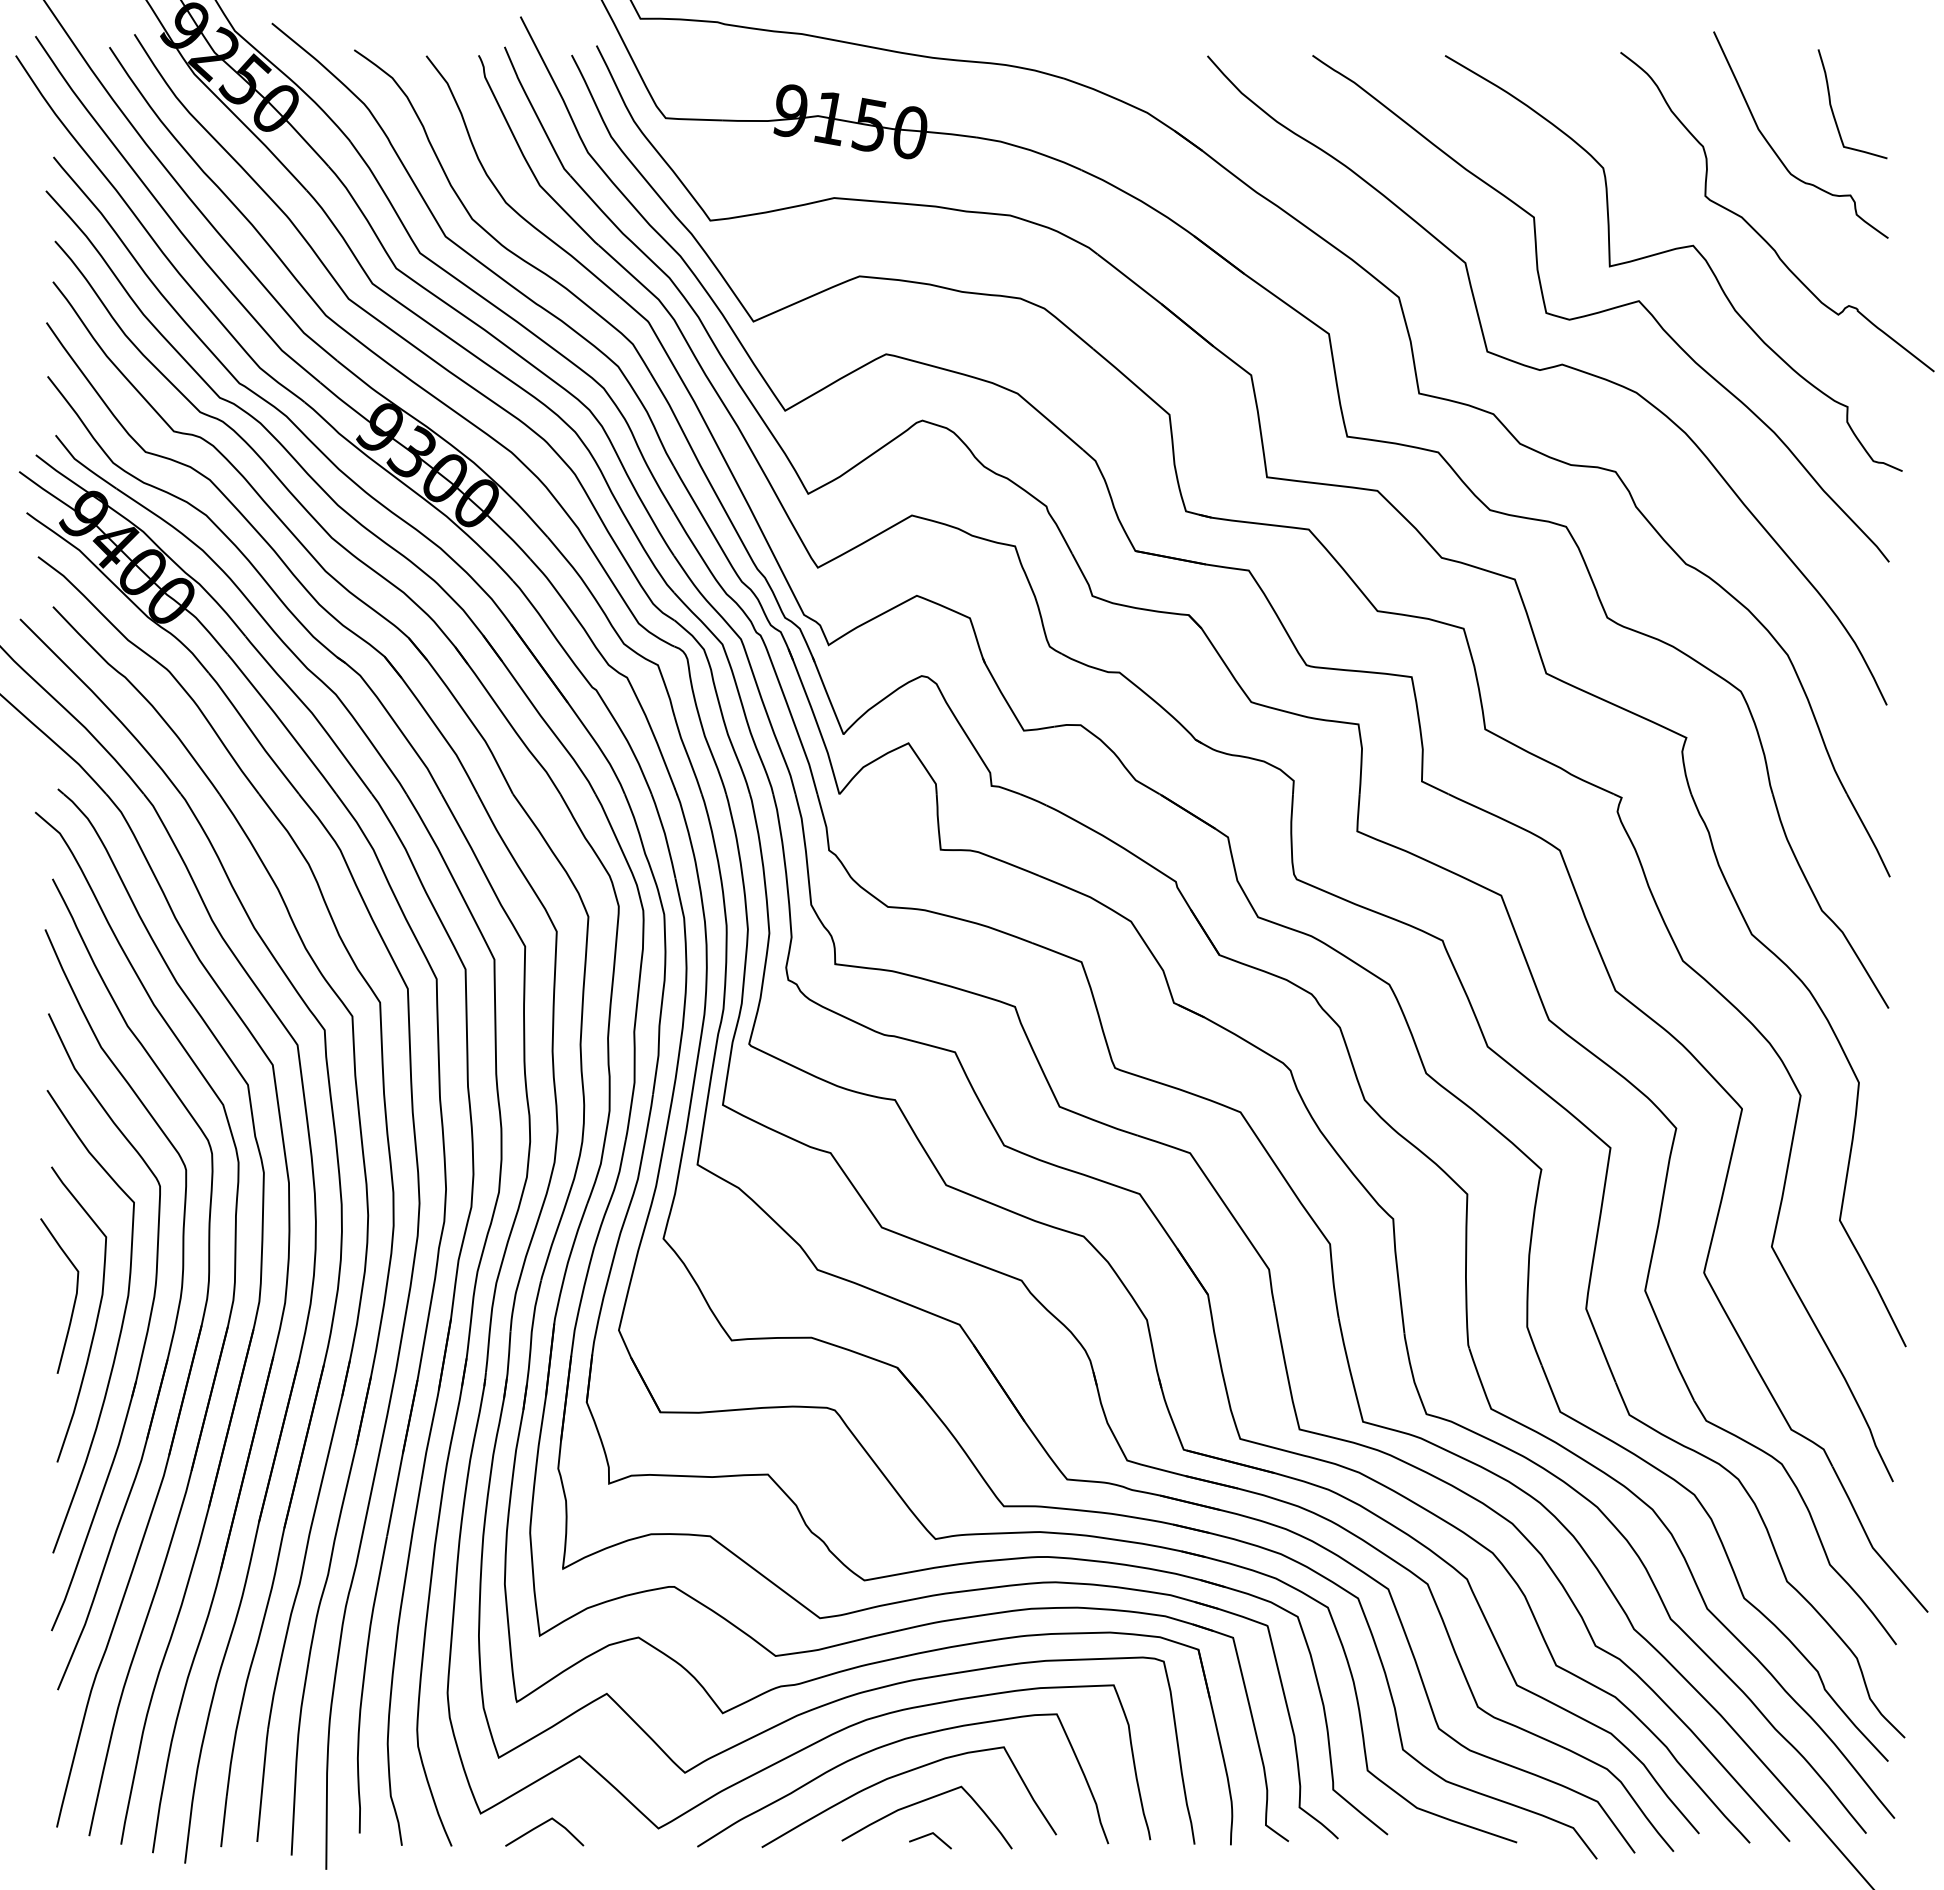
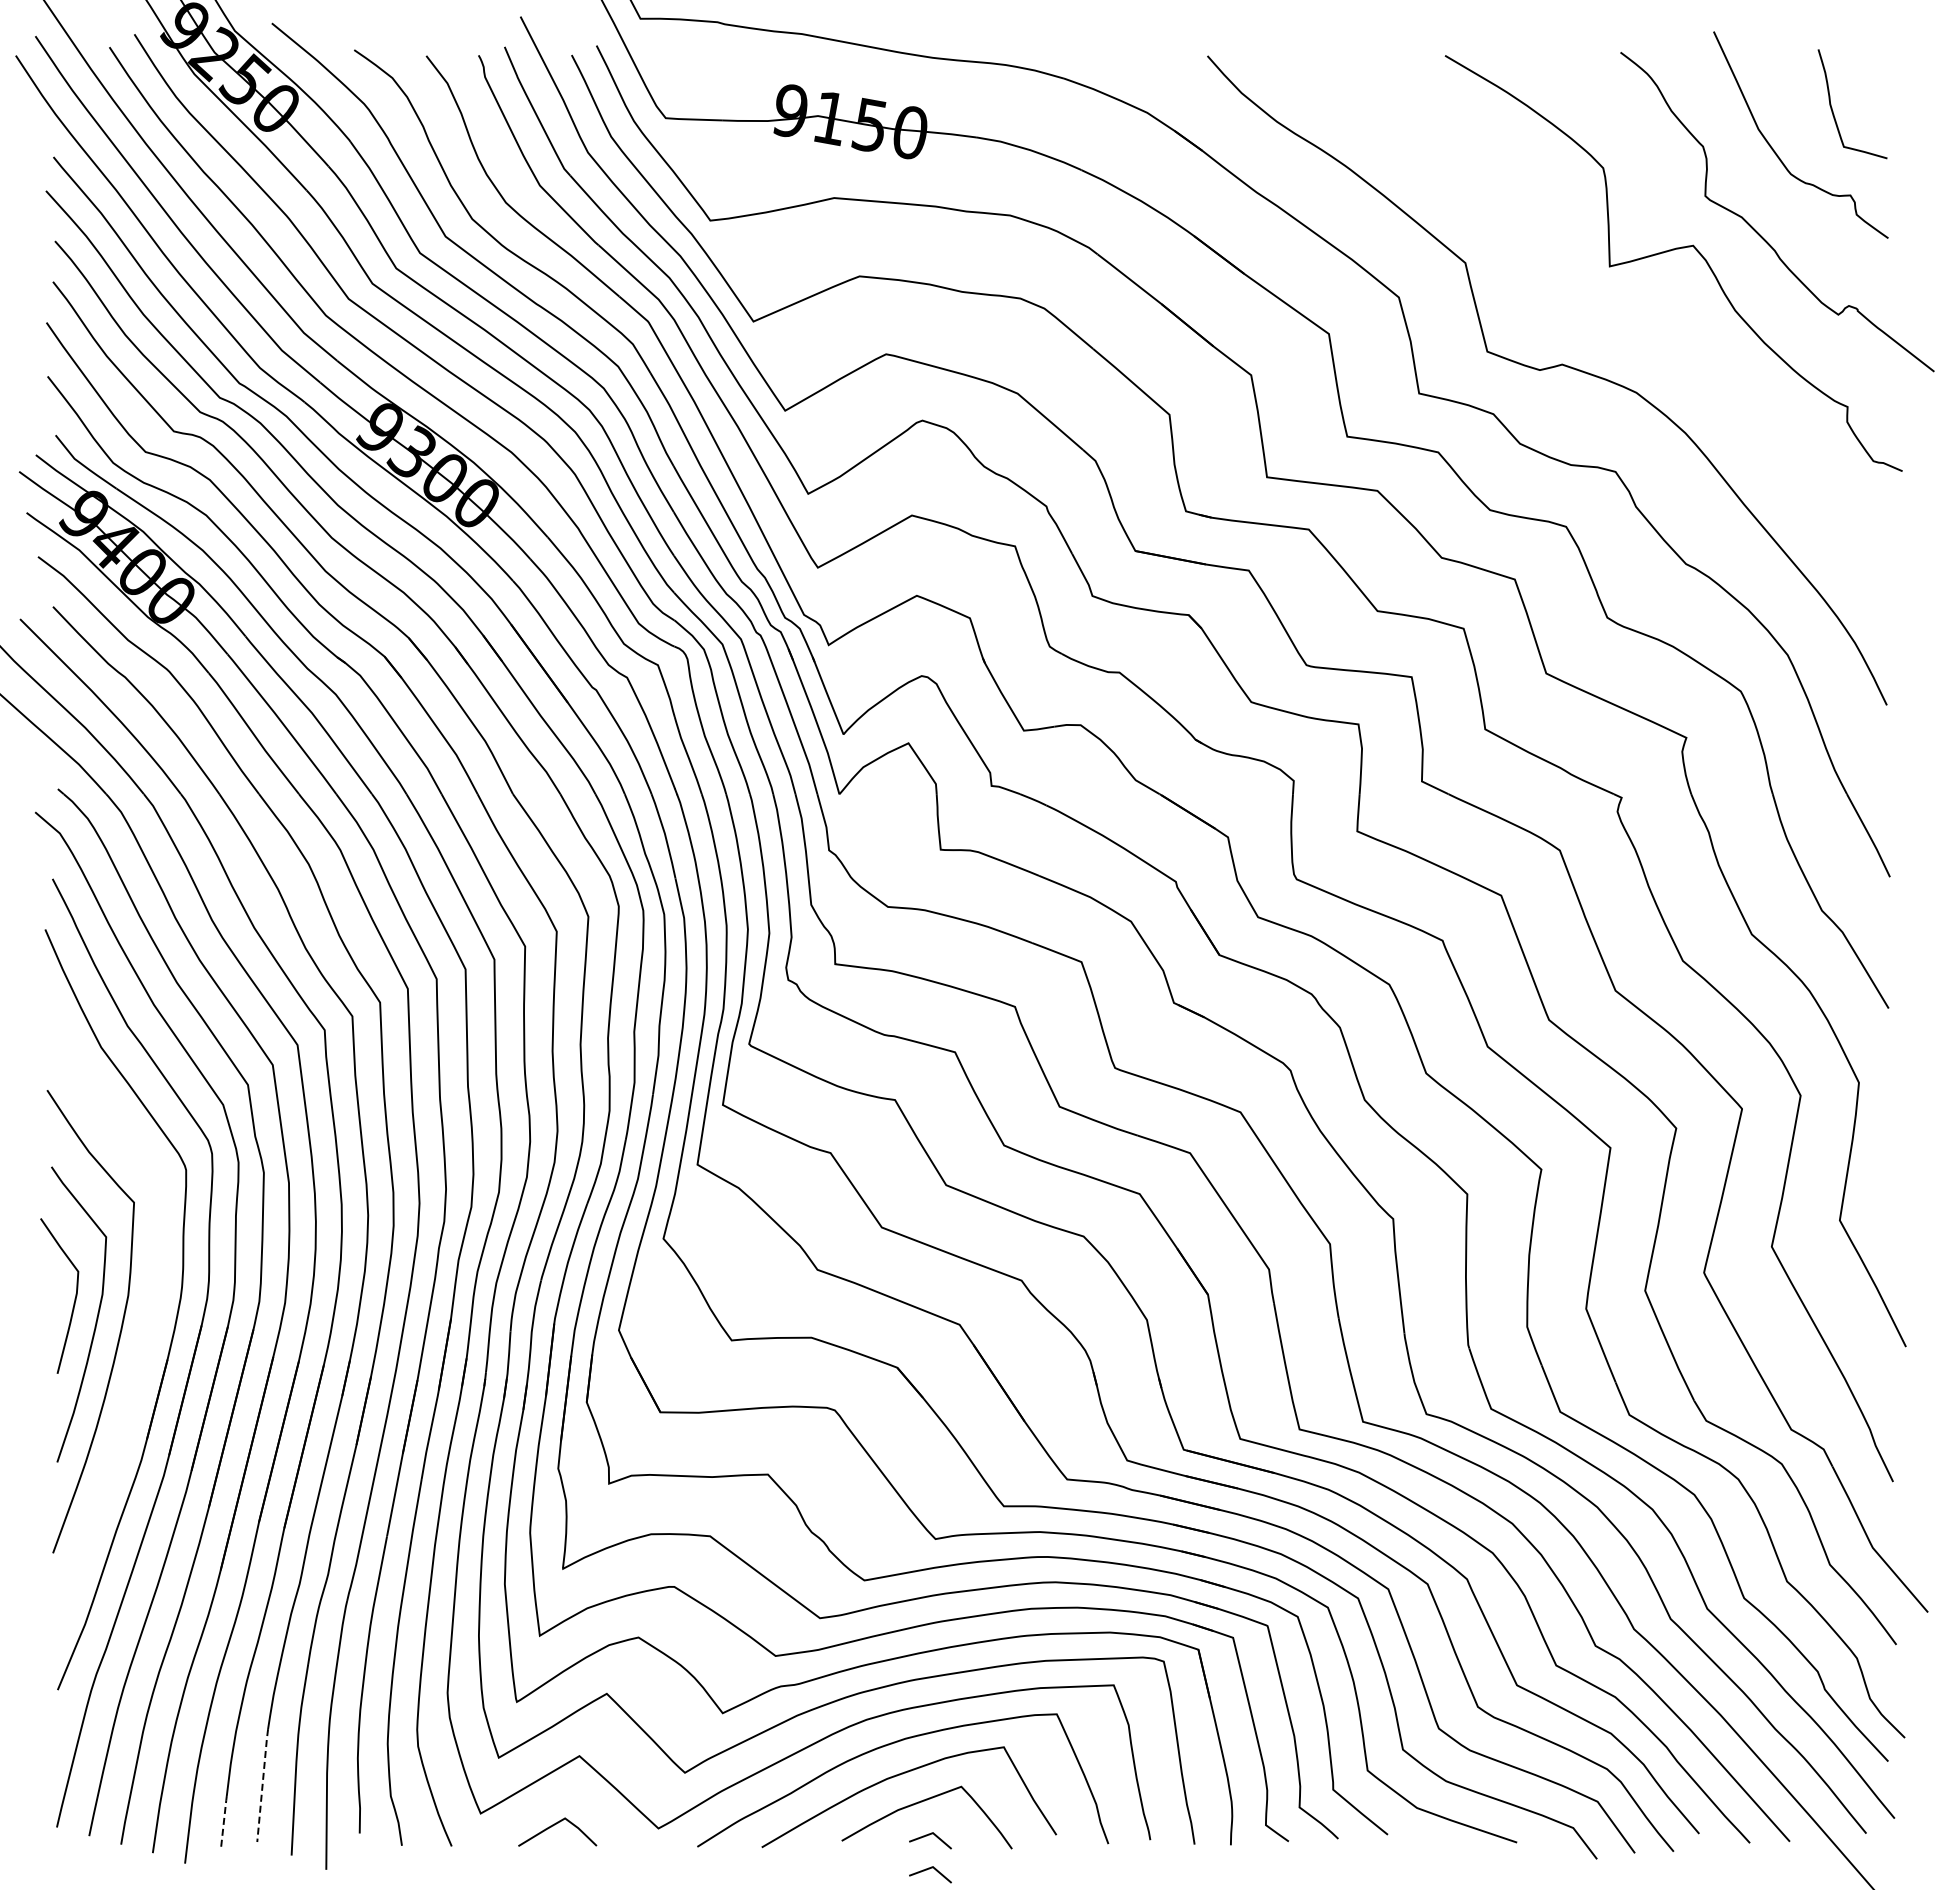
curve at (1601, 310): present -> none
part at (146, 1330): present -> none
line at (262, 1785): solid -> dashed
line at (224, 1820): solid -> dashed
curve at (542, 1825) position: (542, 1825) -> (555, 1825)
line at (927, 1870): none -> present
